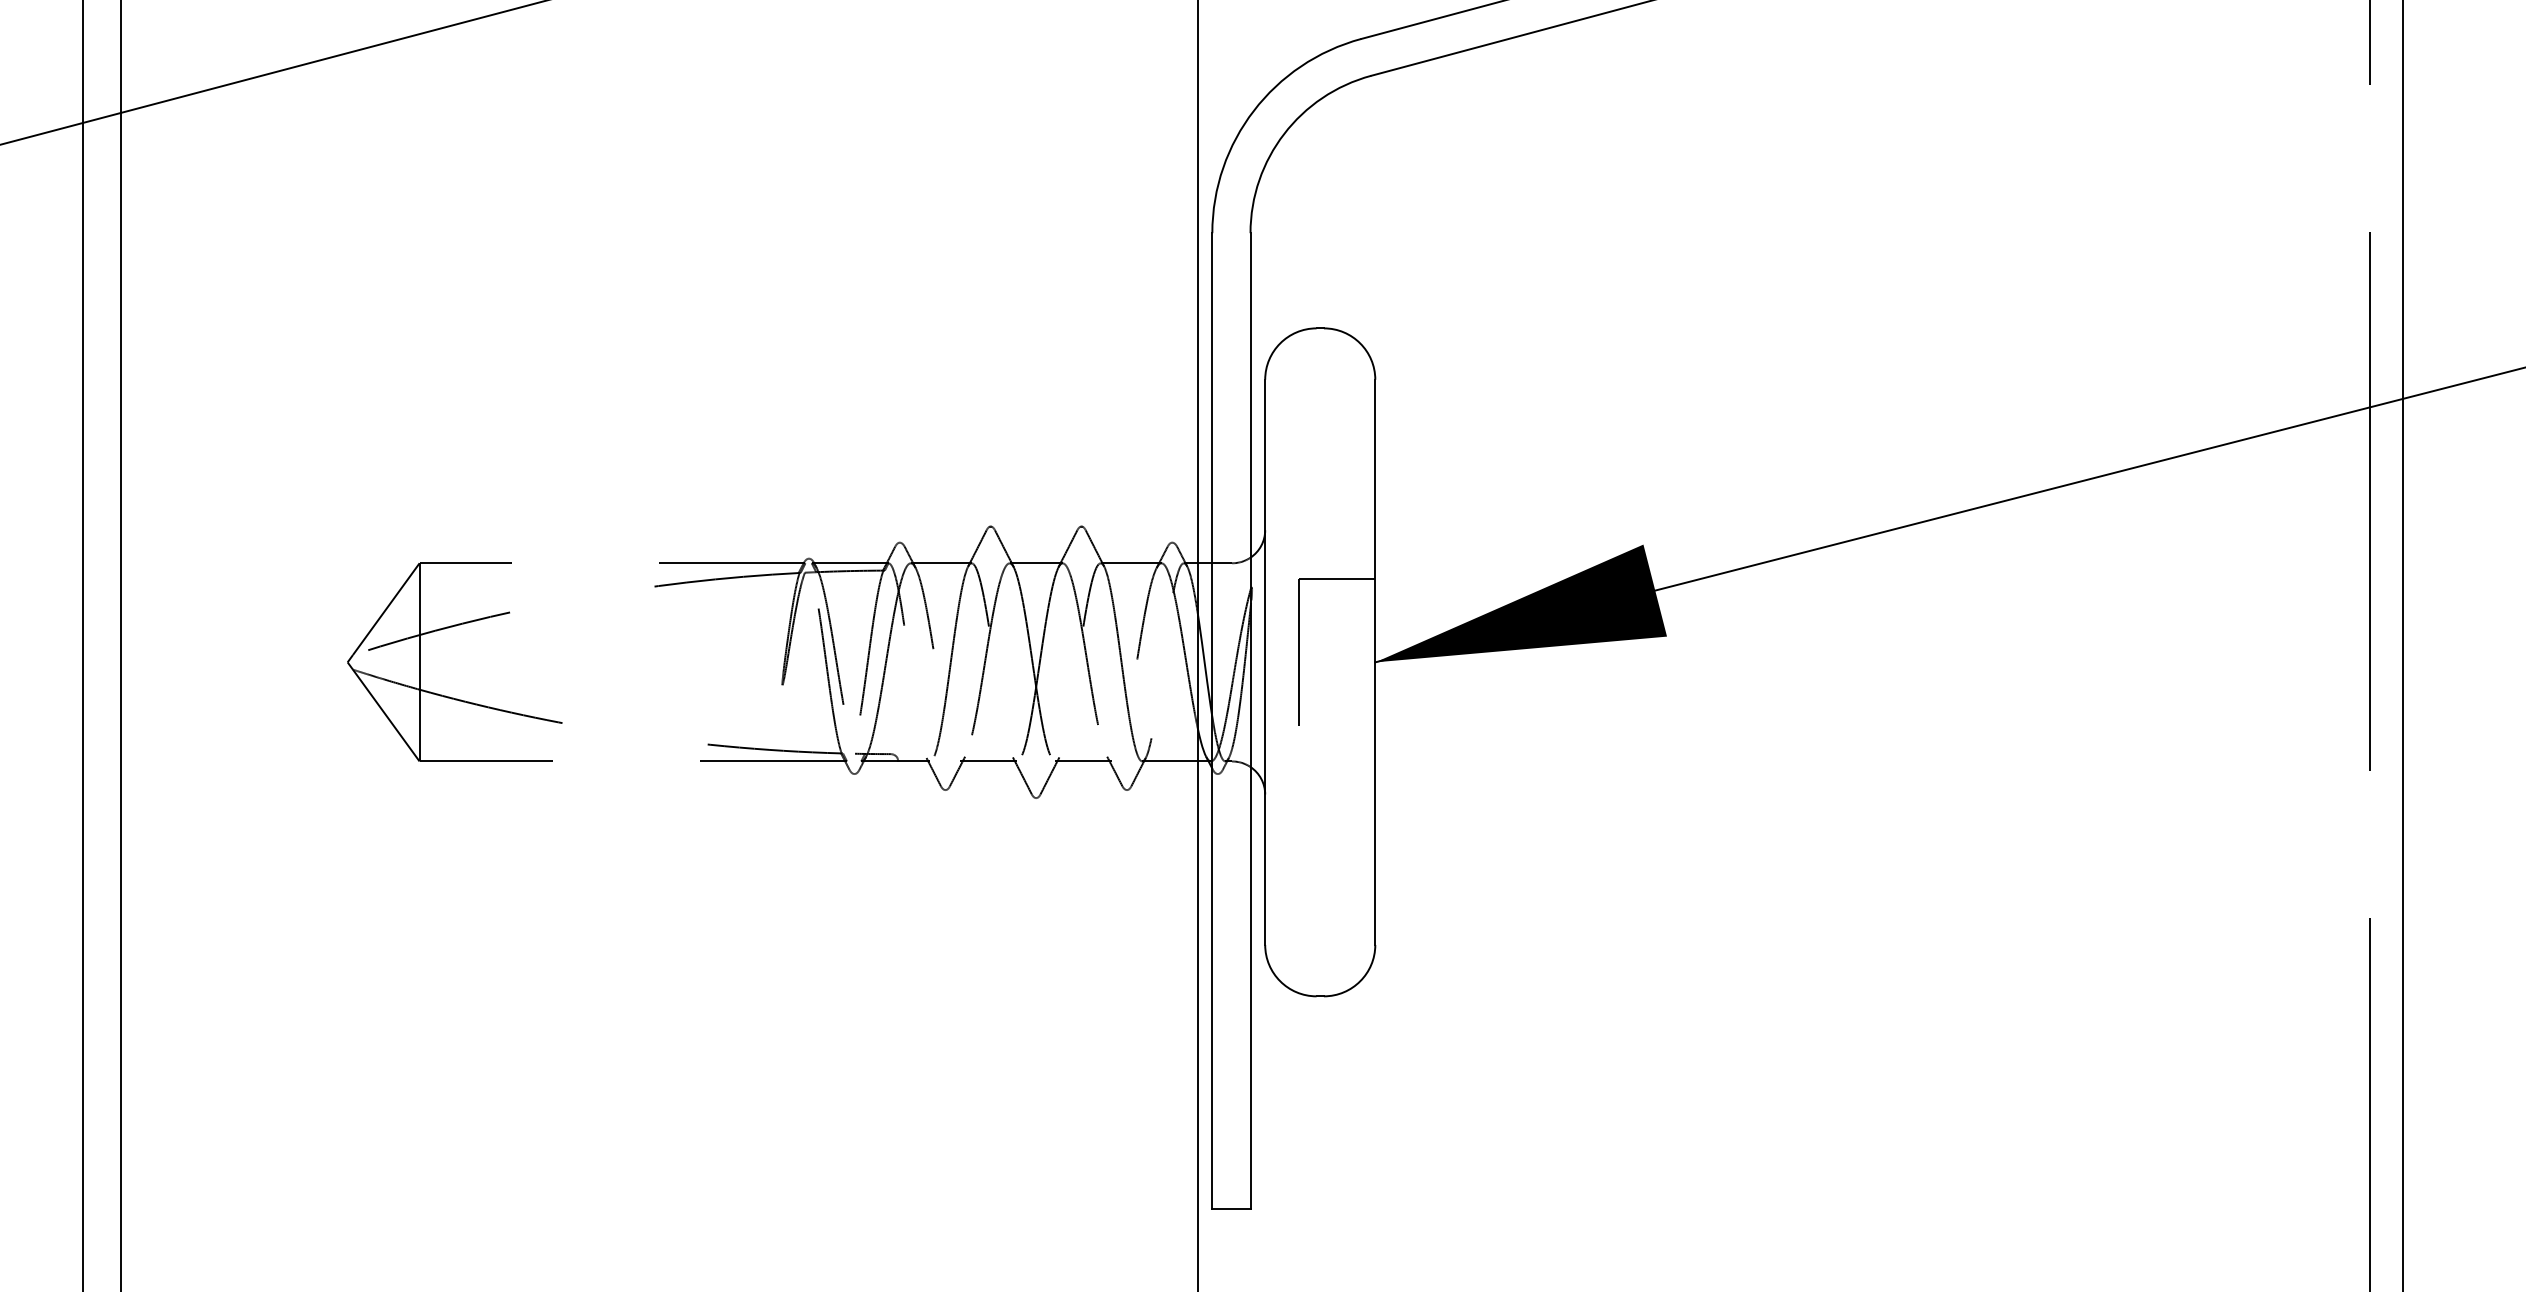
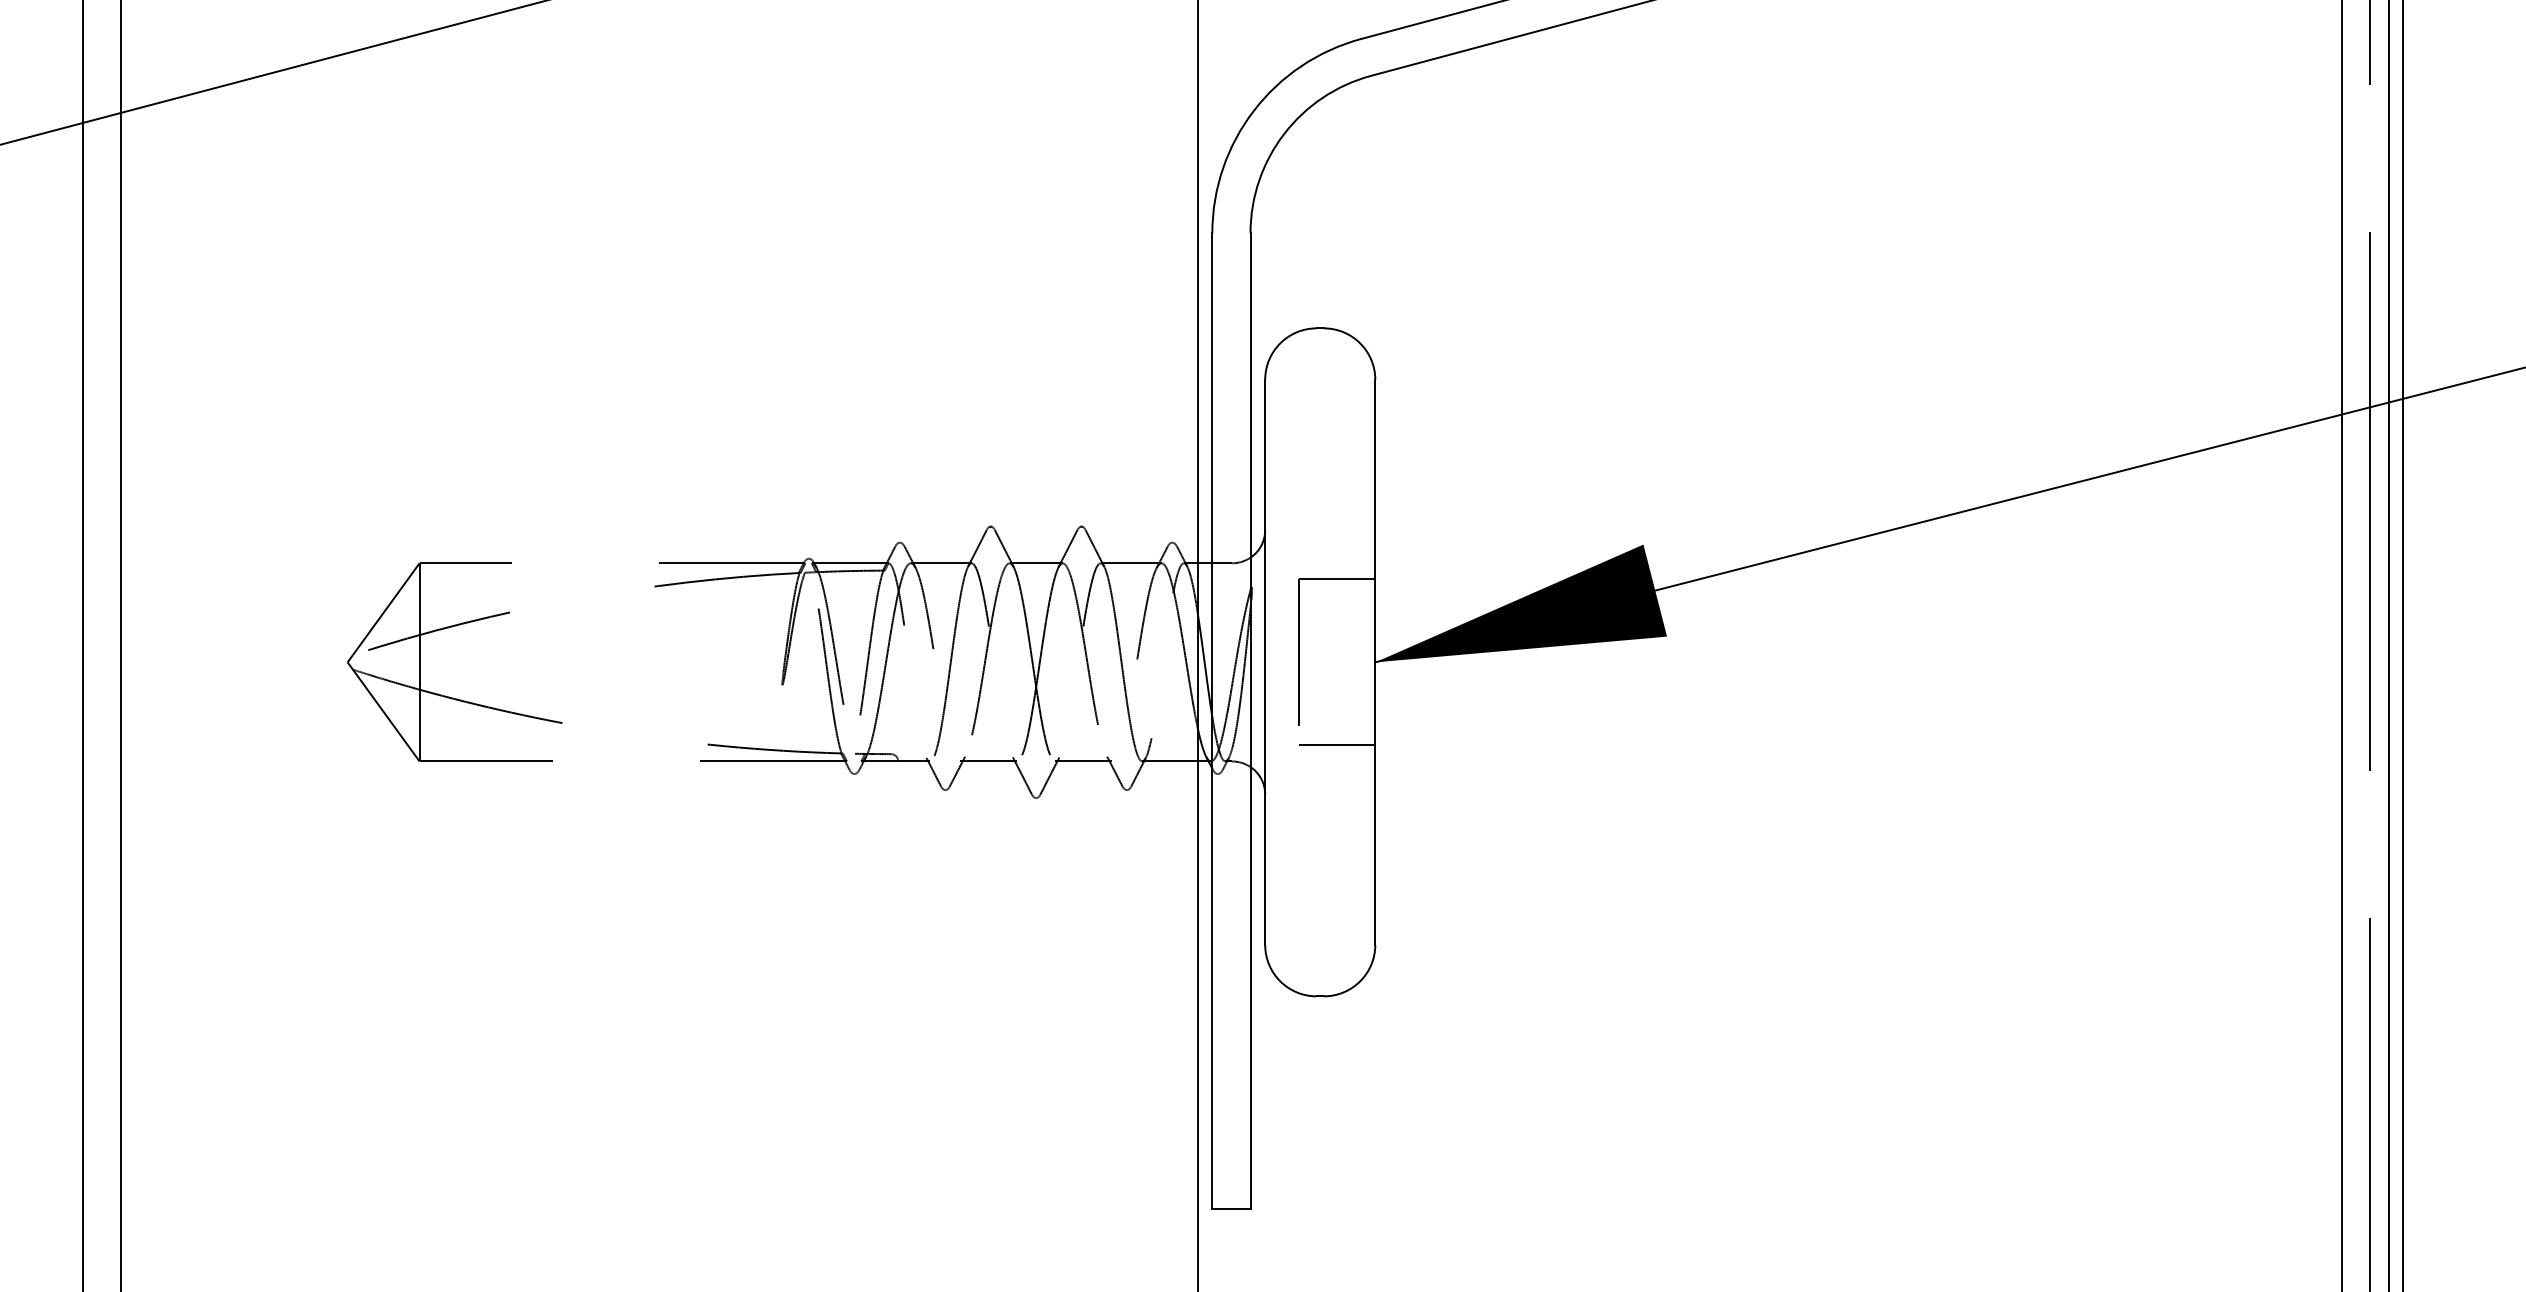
line at (2341, 645): none -> present
line at (2388, 645): none -> present
line at (1336, 745): none -> present
